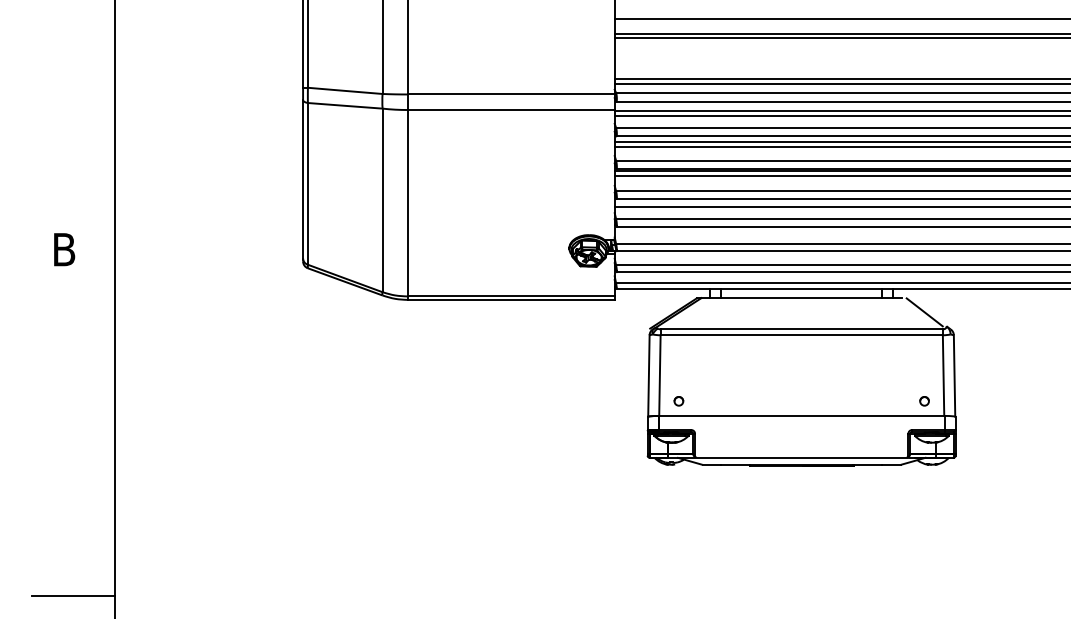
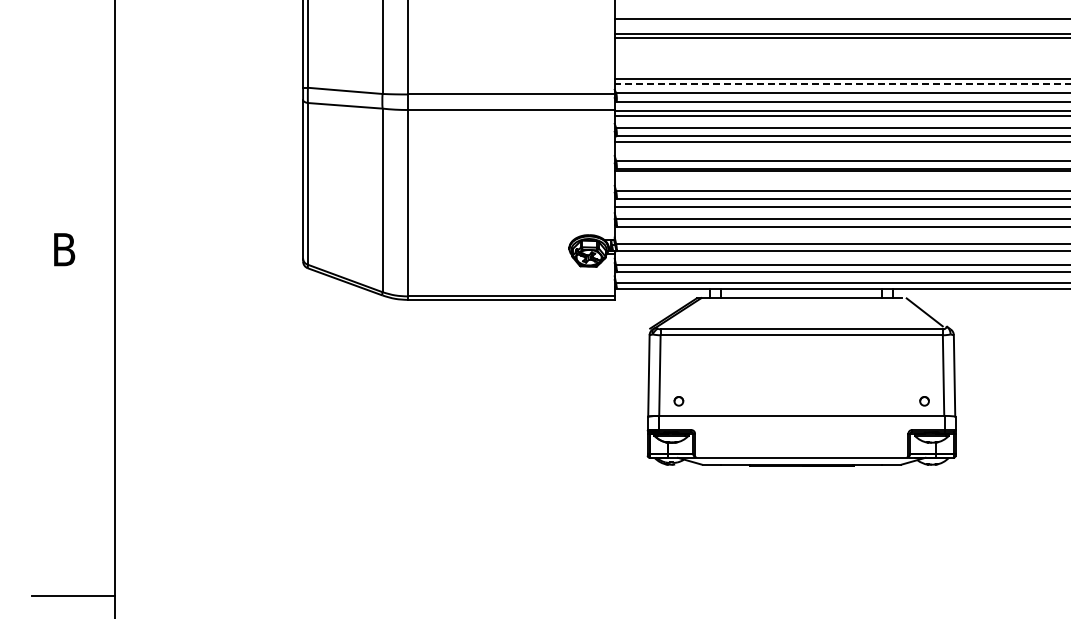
line at (842, 83): solid -> dashed
line at (840, 147): present -> none
line at (840, 175): present -> none
